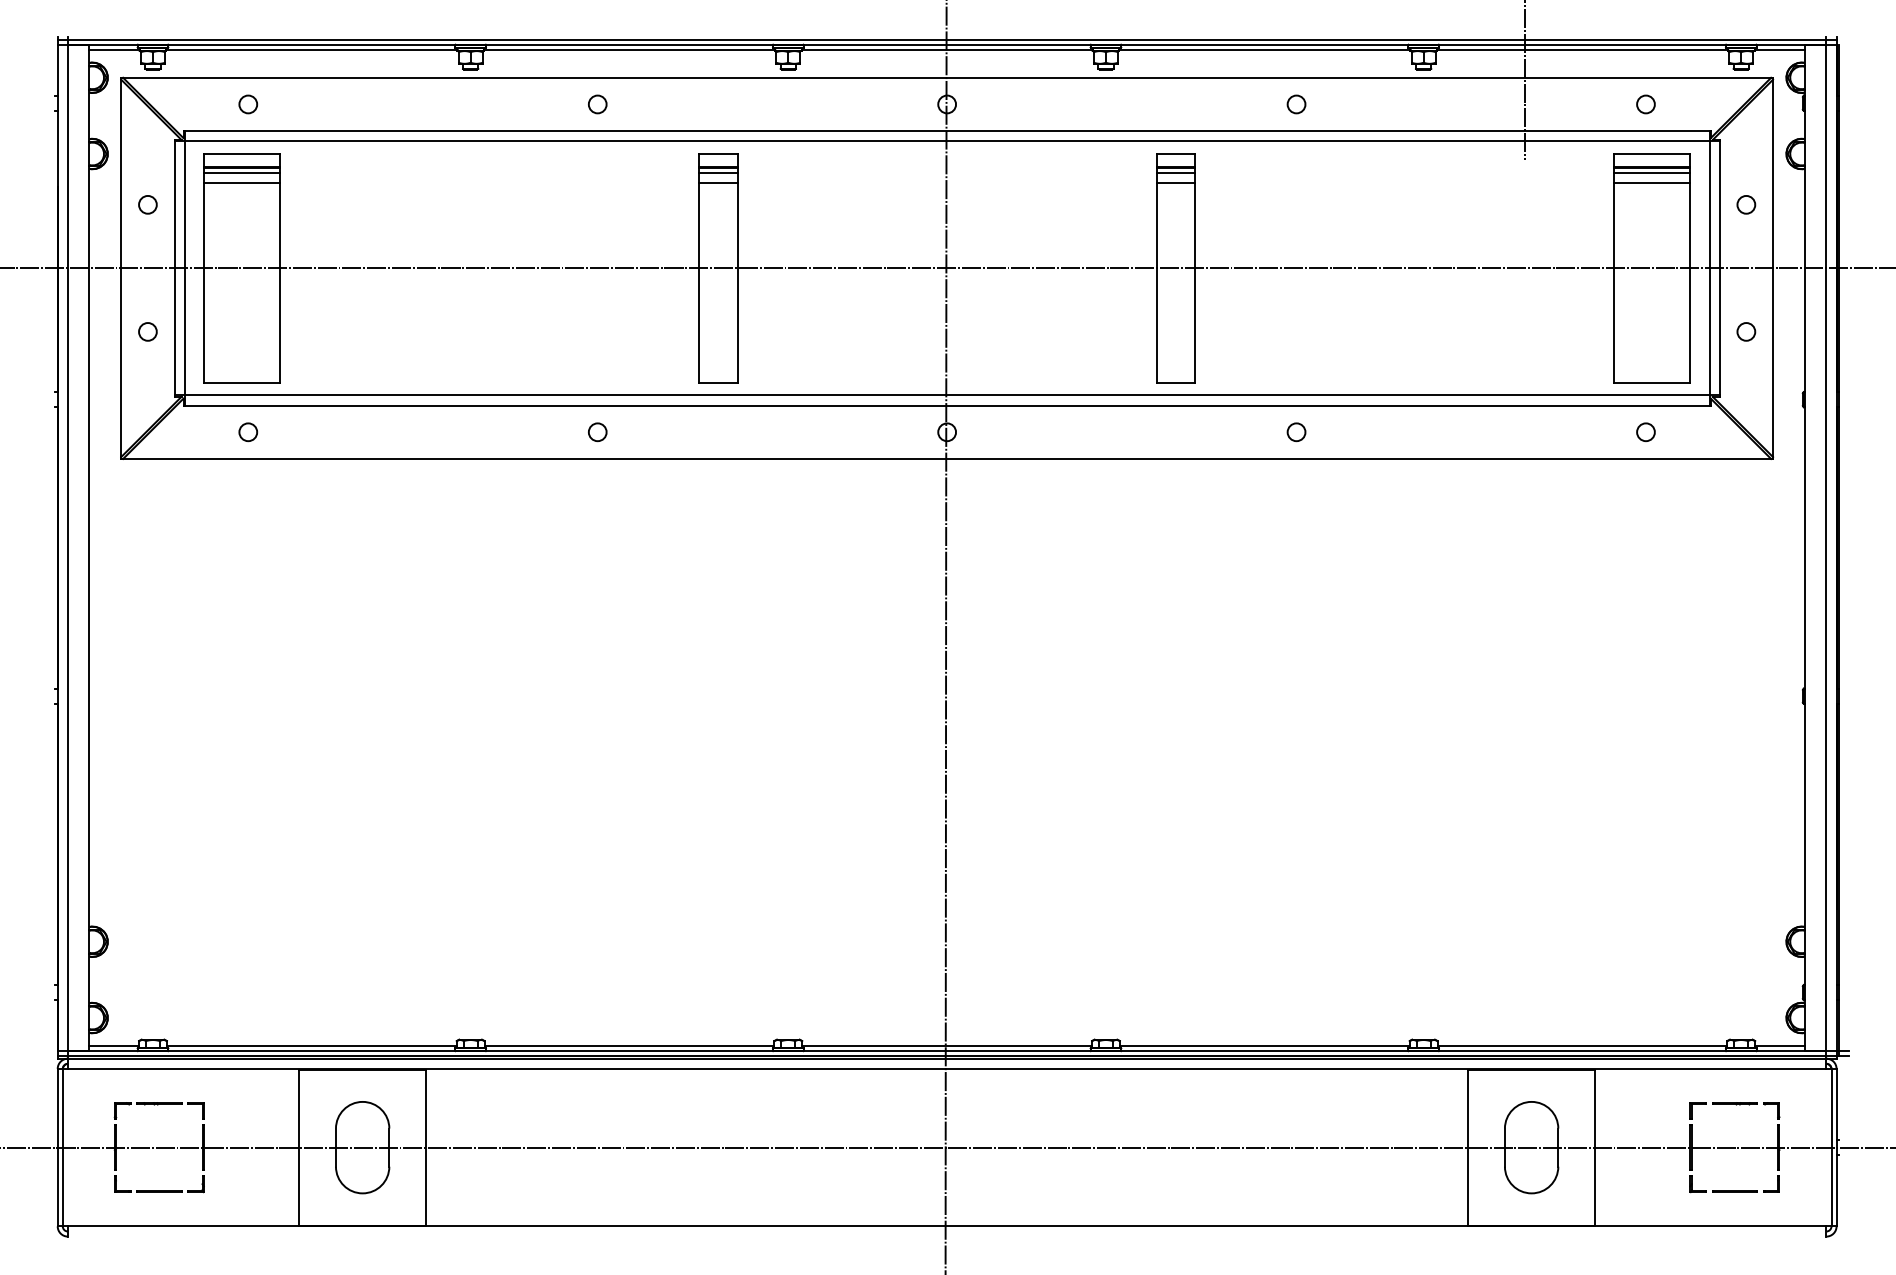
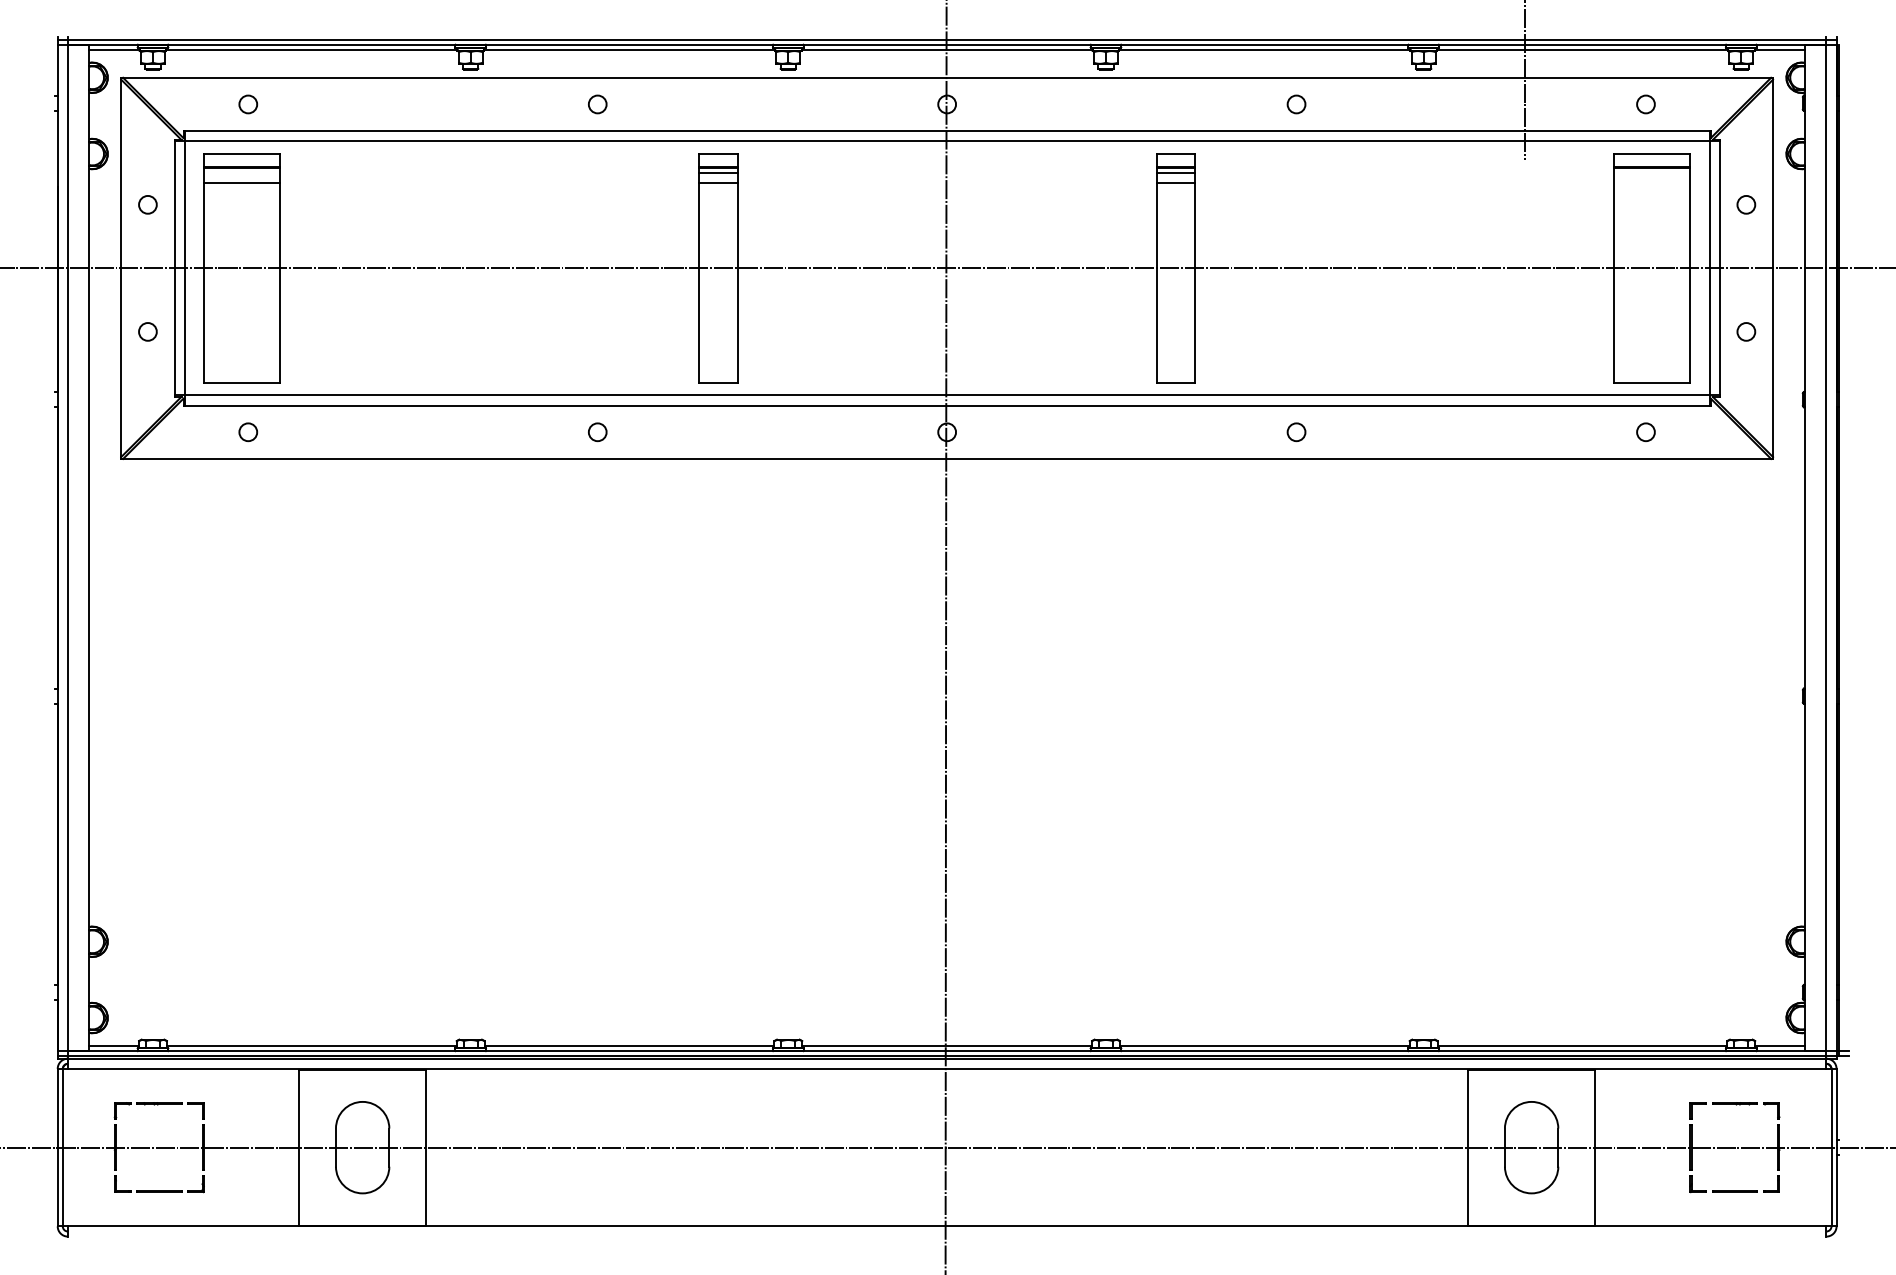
line at (241, 173): present -> none
line at (1652, 173): present -> none
line at (1652, 183): present -> none
